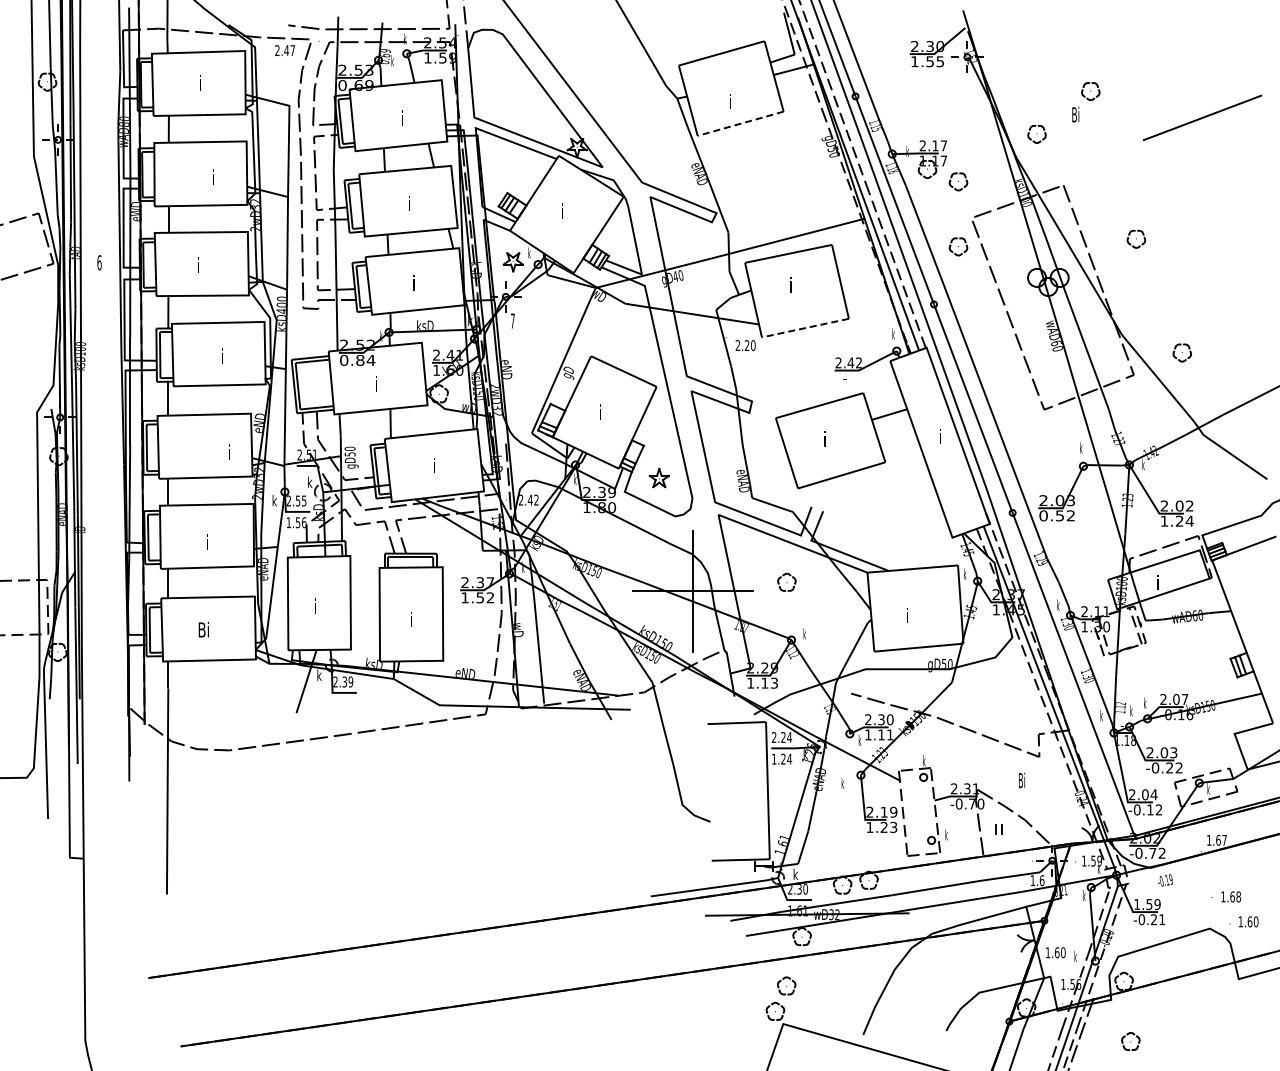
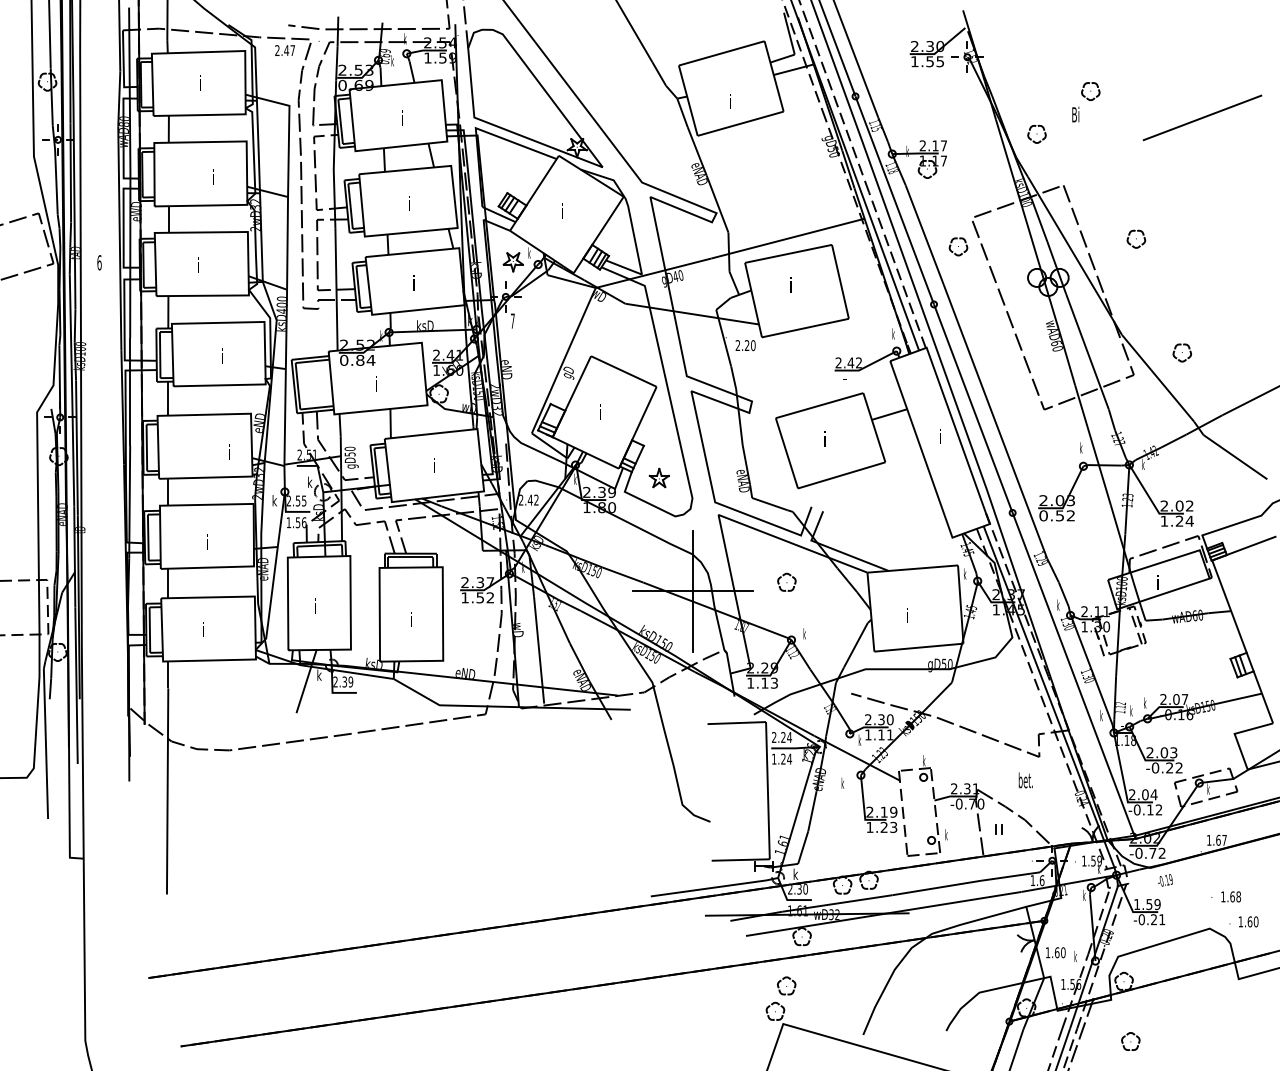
line at (740, 123): dashed -> solid
part at (958, 181): present -> none
line at (804, 328): dashed -> solid
text at (203, 629): Bi -> i
text at (1025, 780): Bi -> bet.
